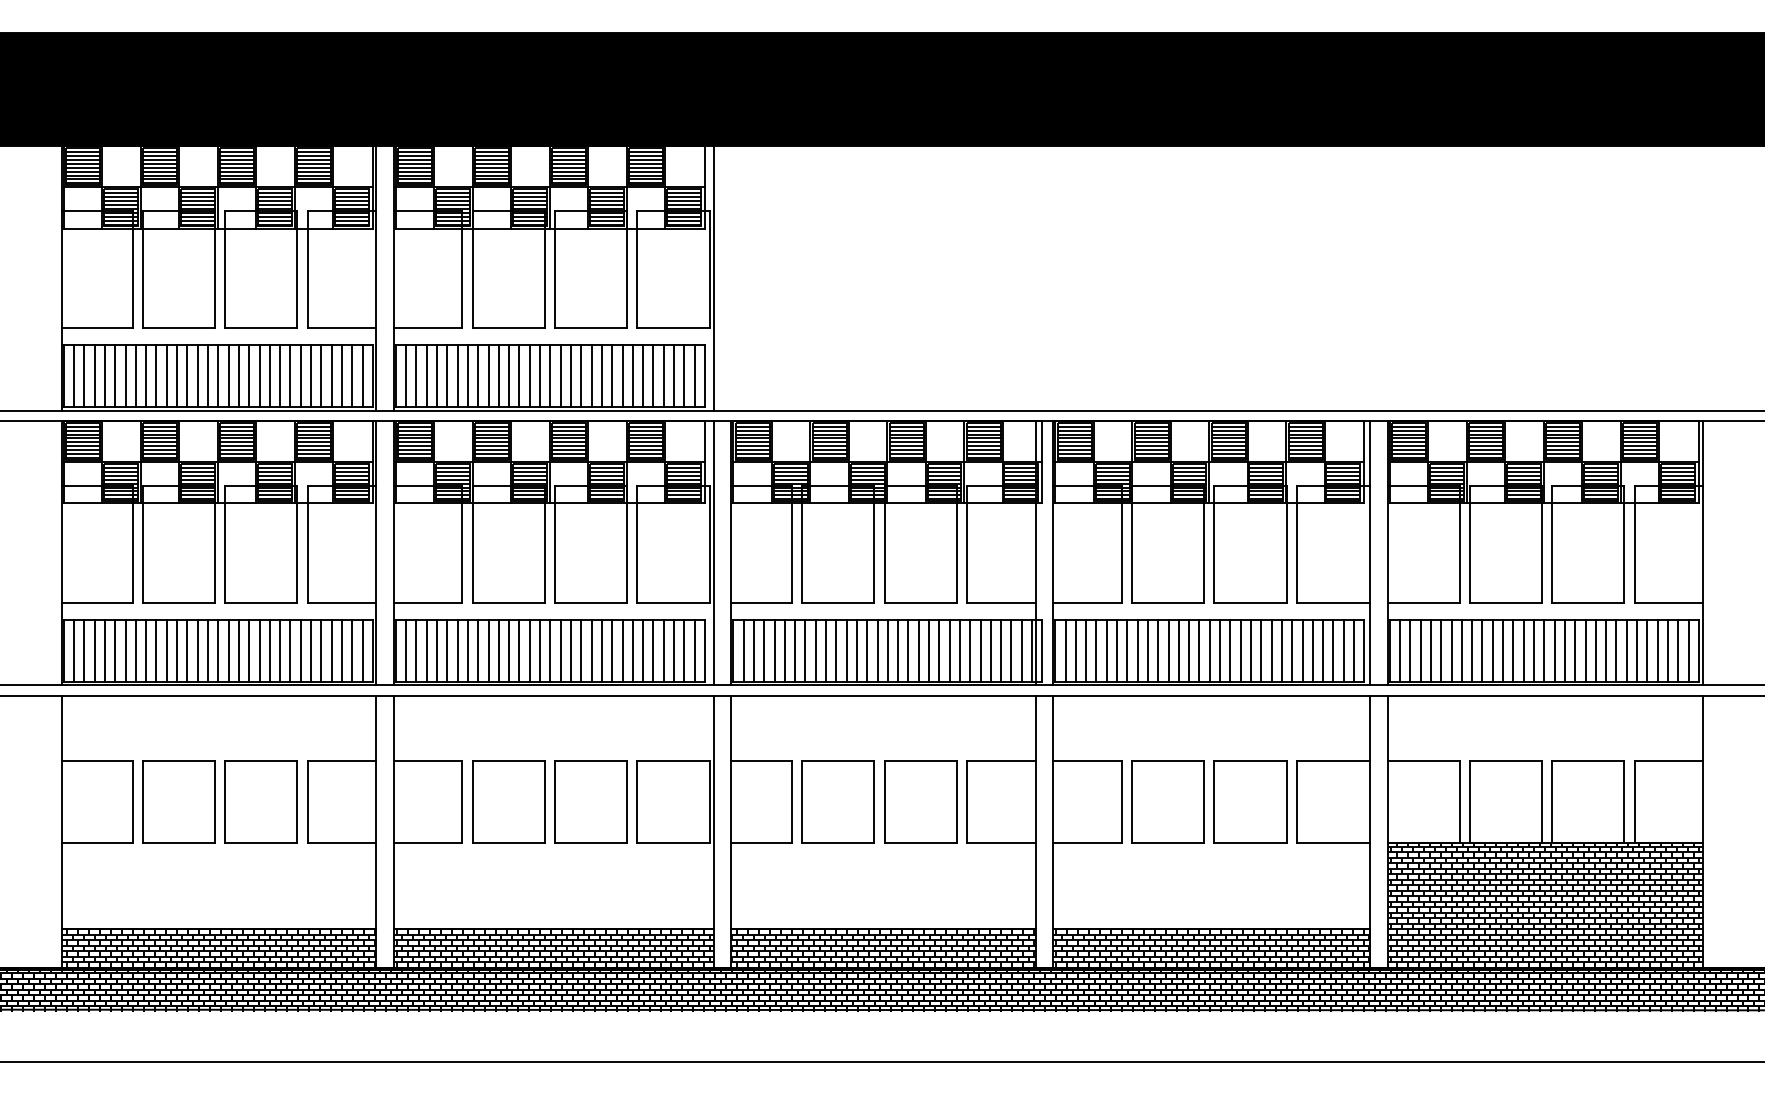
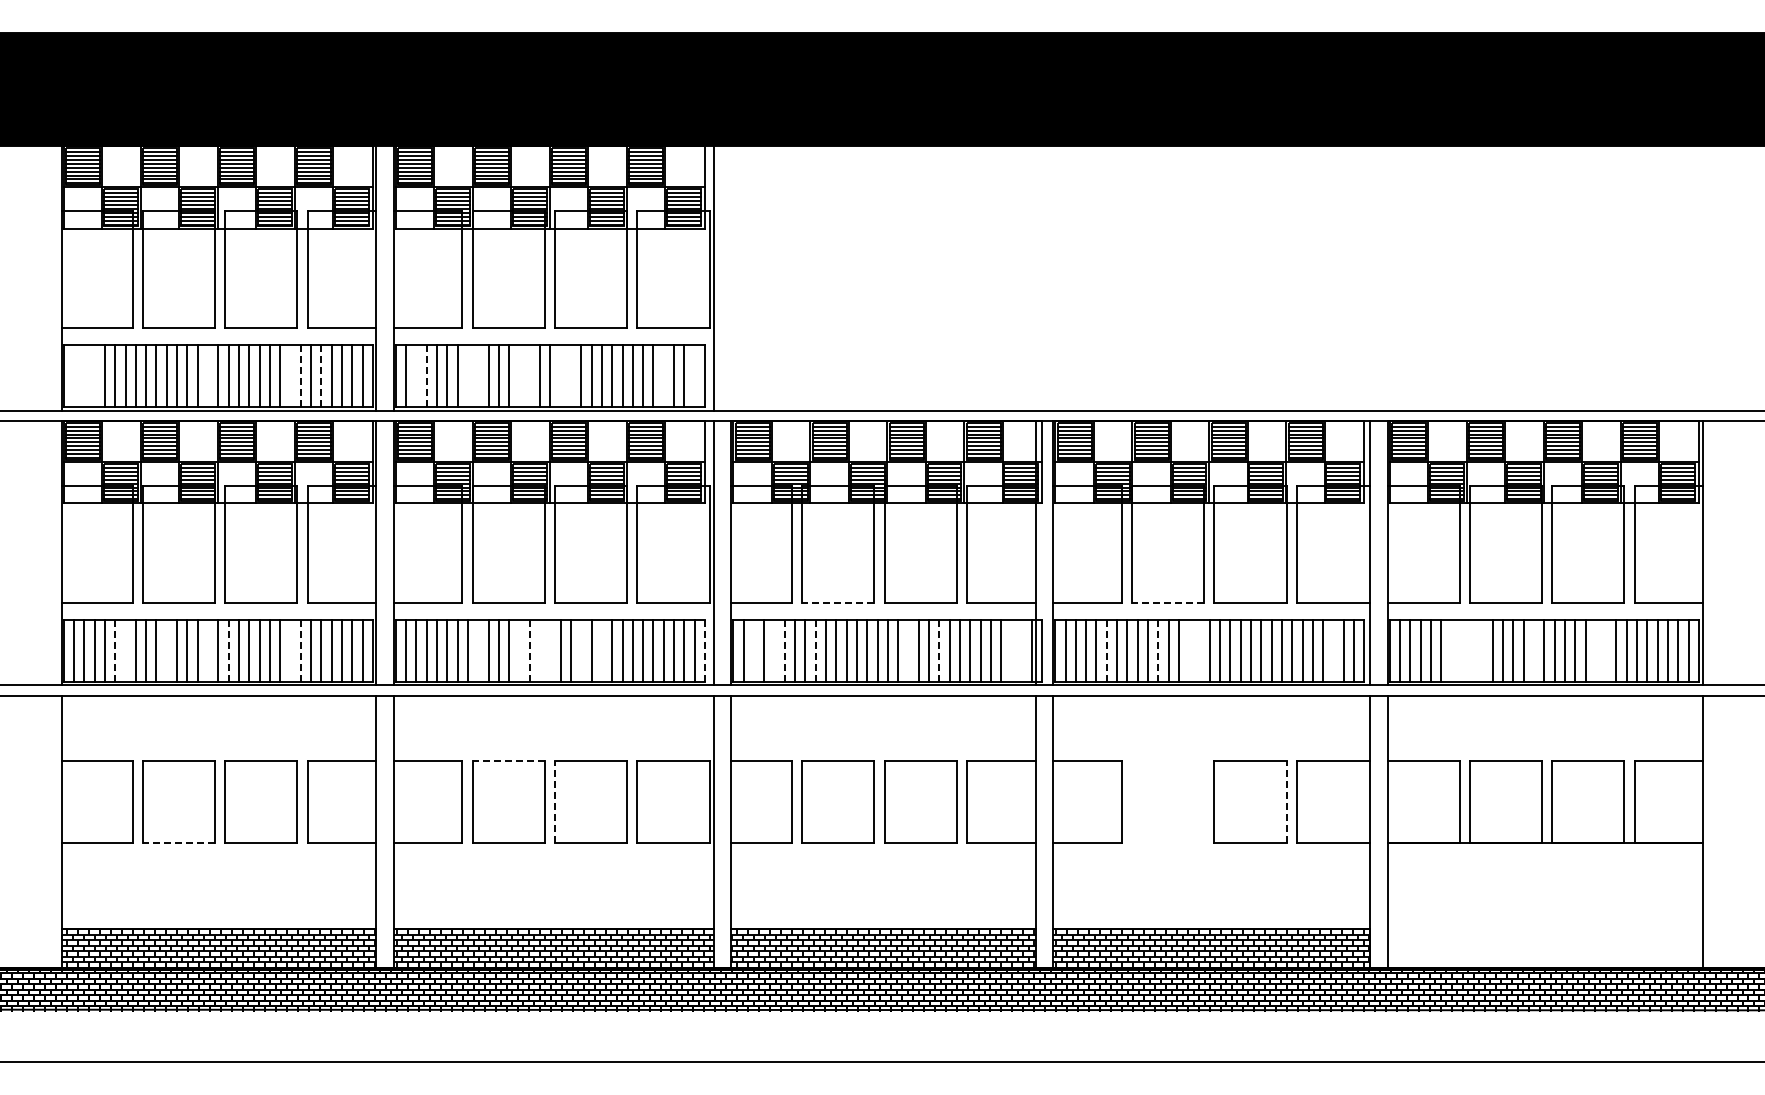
line at (74, 376): present -> none
line at (84, 376): present -> none
line at (94, 376): present -> none
line at (208, 376): present -> none
line at (290, 376): present -> none
line at (300, 376): solid -> dashed
line at (321, 376): solid -> dashed
line at (416, 376): present -> none
line at (426, 376): solid -> dashed
line at (467, 376): present -> none
line at (478, 376): present -> none
line at (519, 376): present -> none
line at (529, 376): present -> none
line at (560, 376): present -> none
line at (571, 376): present -> none
line at (663, 376): present -> none
line at (694, 376): present -> none
line at (837, 602): solid -> dashed
line at (1167, 602): solid -> dashed
line at (125, 650): present -> none
line at (166, 650): present -> none
line at (208, 650): present -> none
line at (290, 650): present -> none
line at (478, 650): present -> none
line at (519, 650): present -> none
line at (540, 650): present -> none
line at (550, 650): present -> none
line at (581, 650): present -> none
line at (601, 650): present -> none
line at (753, 650): present -> none
line at (774, 650): present -> none
line at (908, 650): present -> none
line at (1011, 650): present -> none
line at (1021, 650): present -> none
line at (1189, 650): present -> none
line at (1199, 650): present -> none
line at (1333, 650): present -> none
line at (1451, 650): present -> none
line at (1461, 650): present -> none
line at (1472, 650): present -> none
line at (1482, 650): present -> none
line at (1533, 650): present -> none
line at (1595, 650): present -> none
line at (1606, 650): present -> none
line at (115, 651): solid -> dashed
line at (228, 651): solid -> dashed
line at (300, 651): solid -> dashed
line at (529, 651): solid -> dashed
line at (704, 651): solid -> dashed
line at (784, 651): solid -> dashed
line at (815, 651): solid -> dashed
line at (939, 651): solid -> dashed
line at (1106, 651): solid -> dashed
line at (1158, 651): solid -> dashed
line at (508, 760): solid -> dashed
line at (555, 801): solid -> dashed
part at (1167, 801): present -> none
line at (1286, 801): solid -> dashed
line at (178, 843): solid -> dashed
hatch at (1545, 906): present -> none
